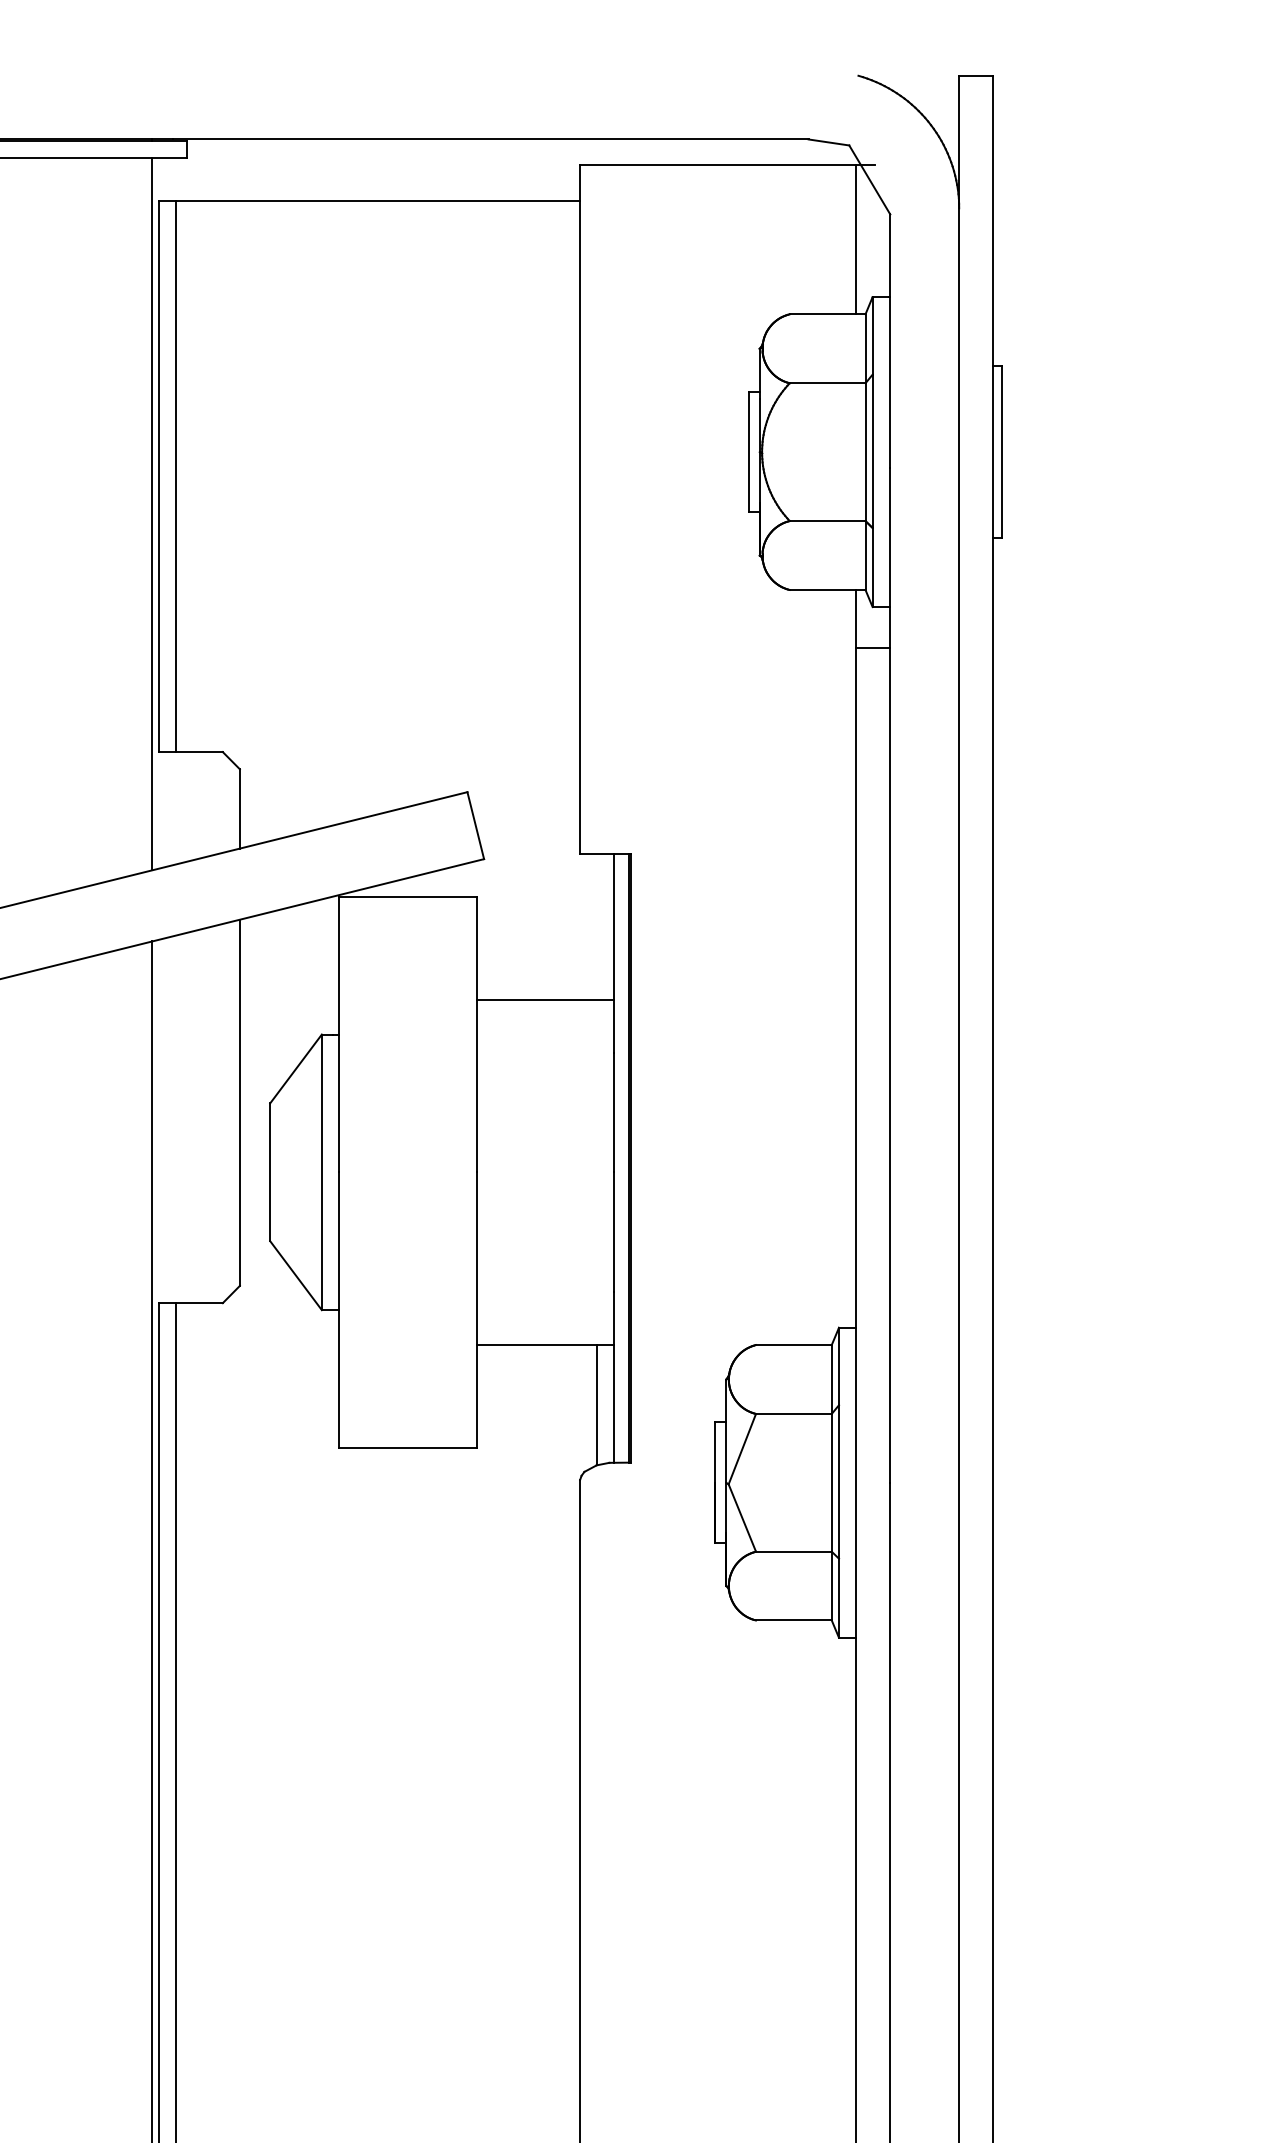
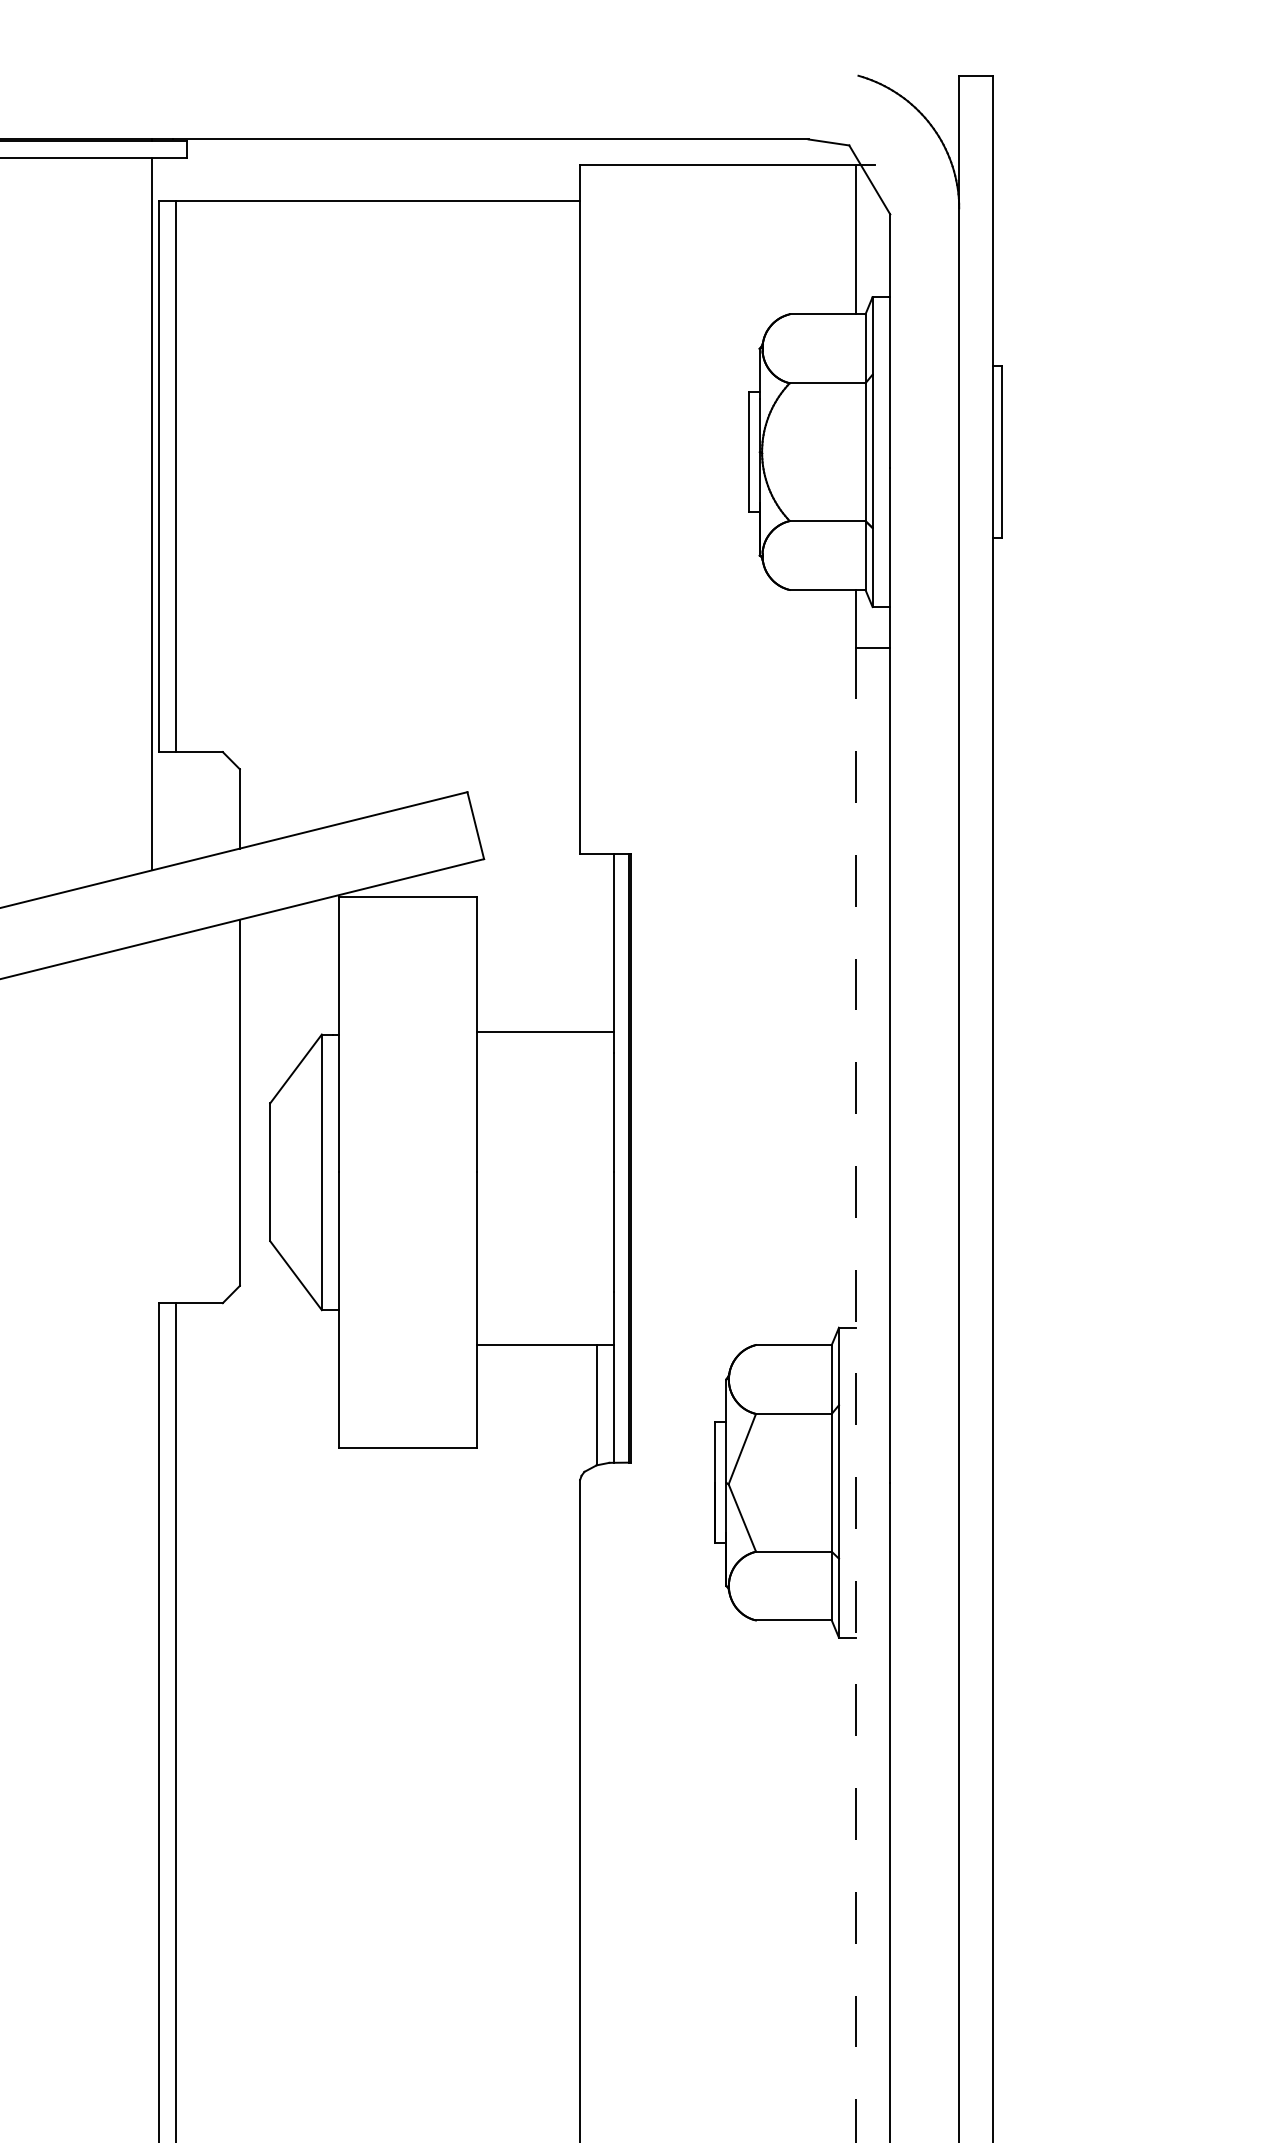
line at (545, 1000) position: (545, 1000) -> (545, 1032)
line at (855, 1395): solid -> dashed
line at (152, 1540): present -> none
